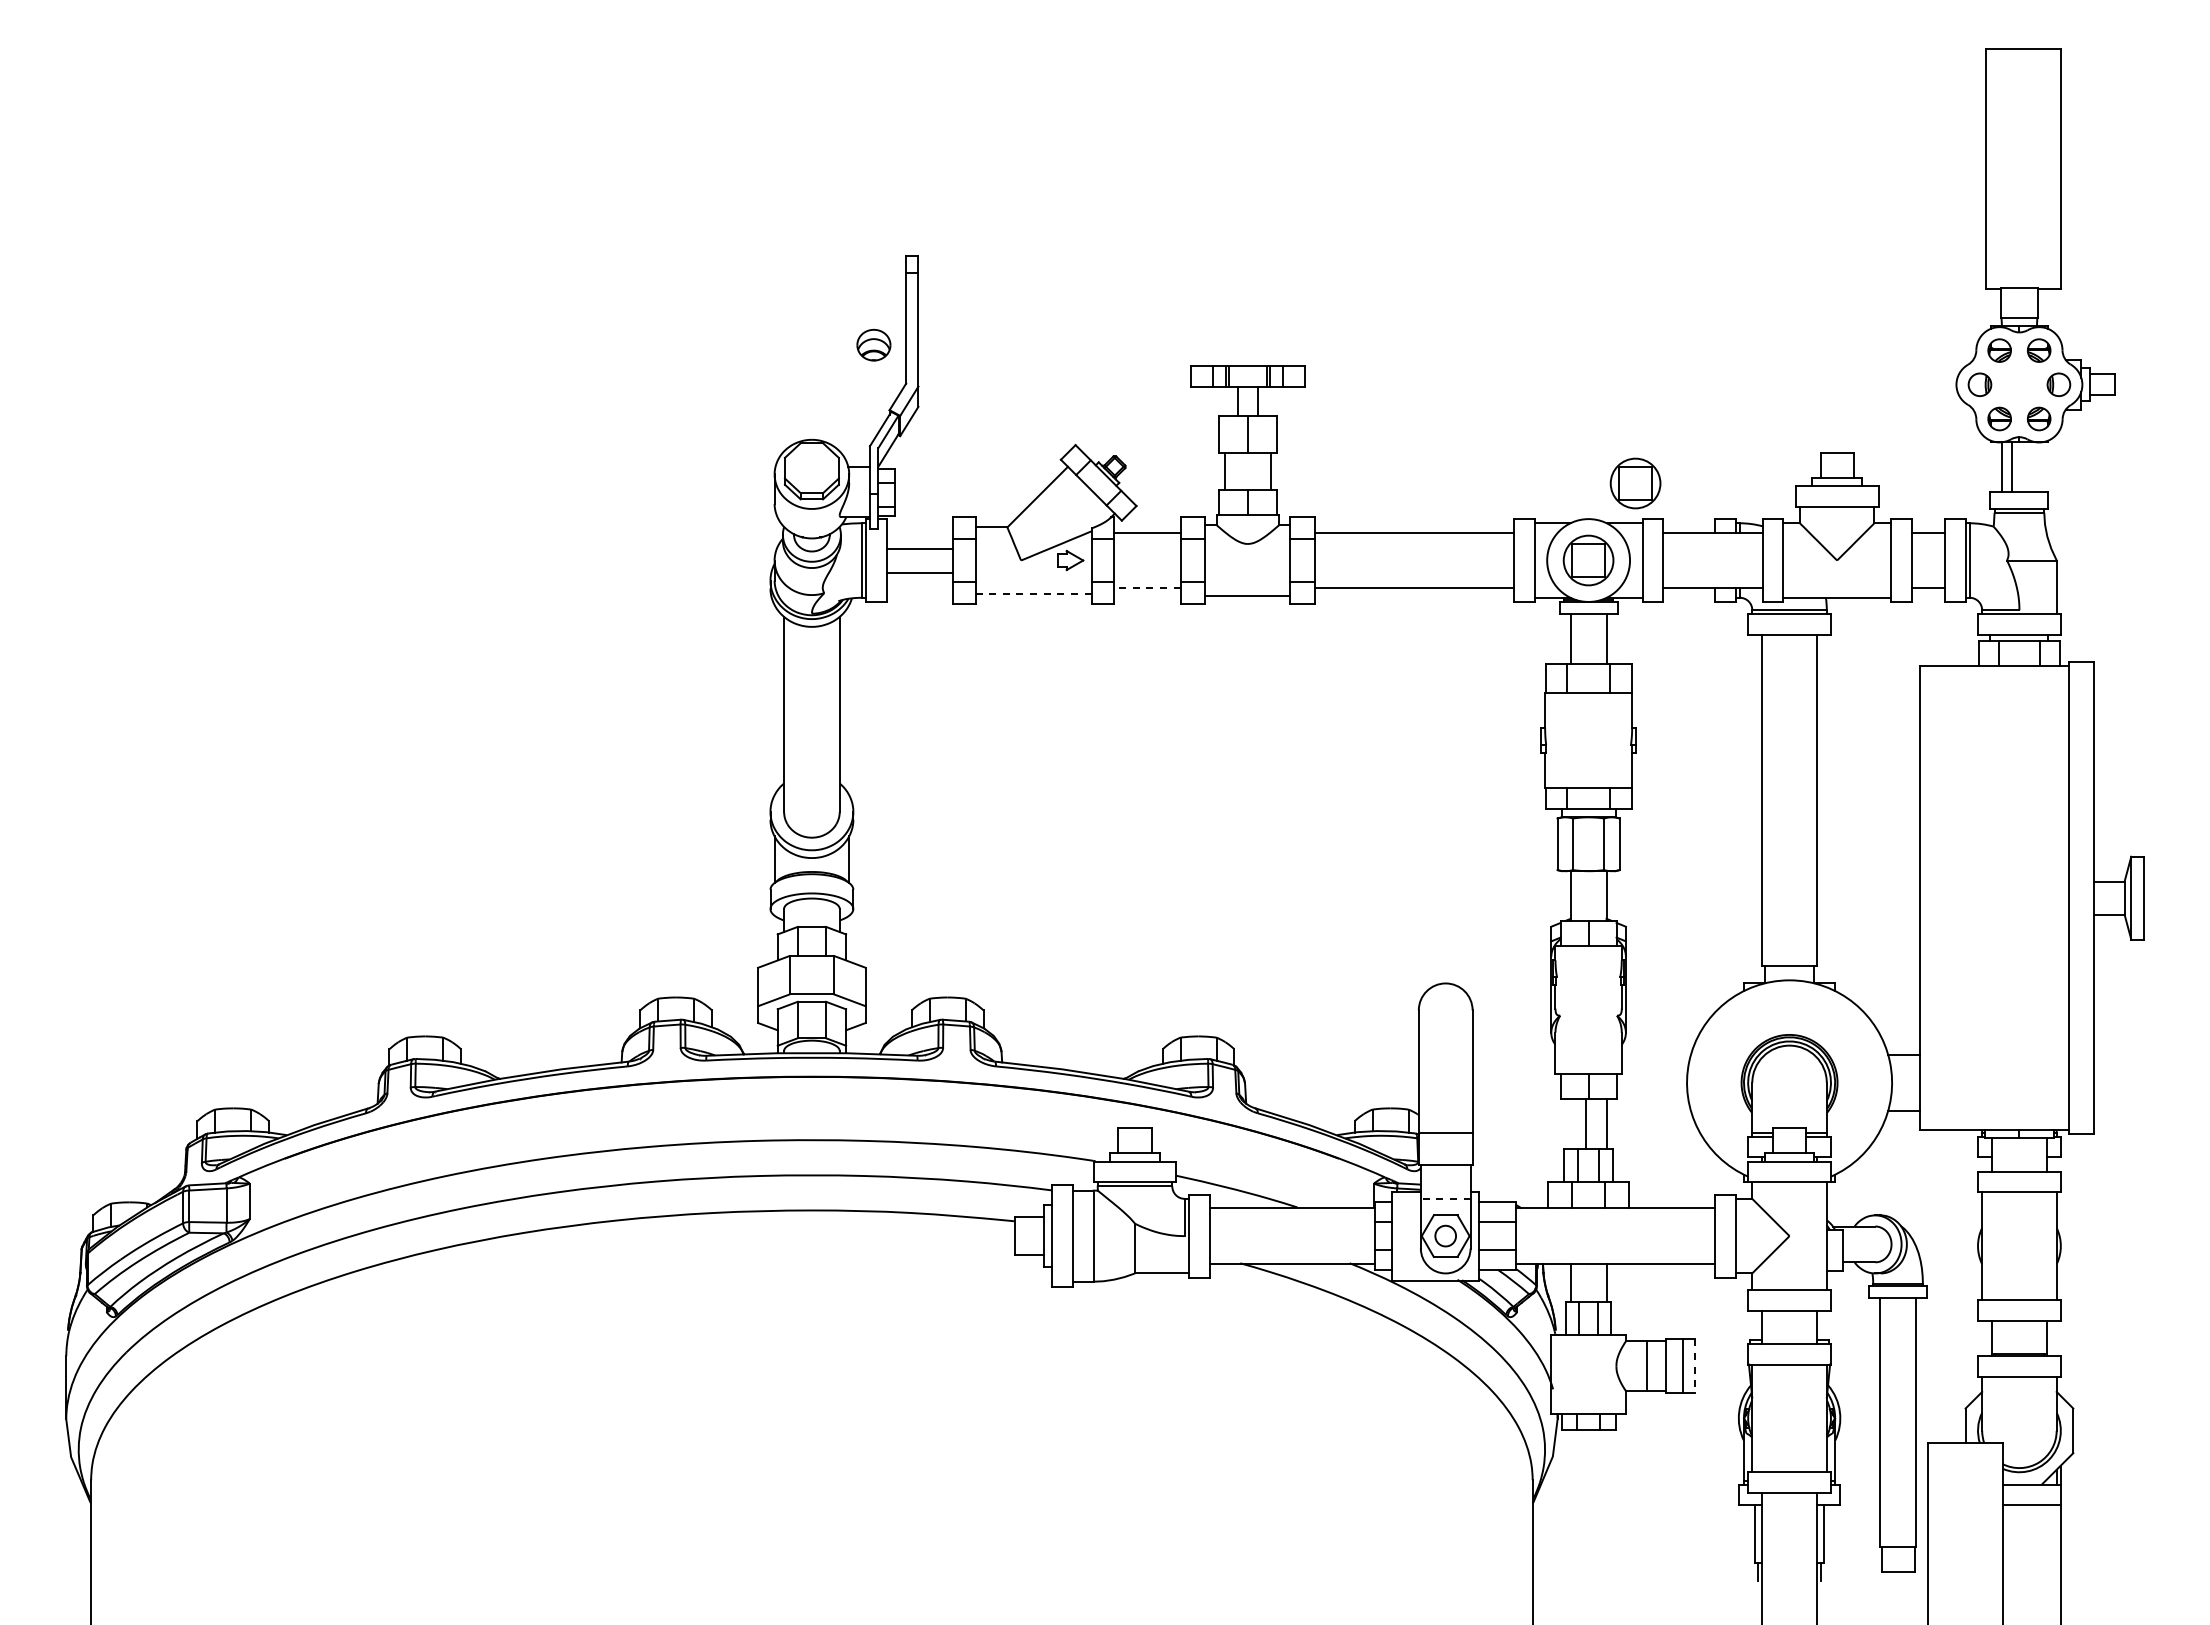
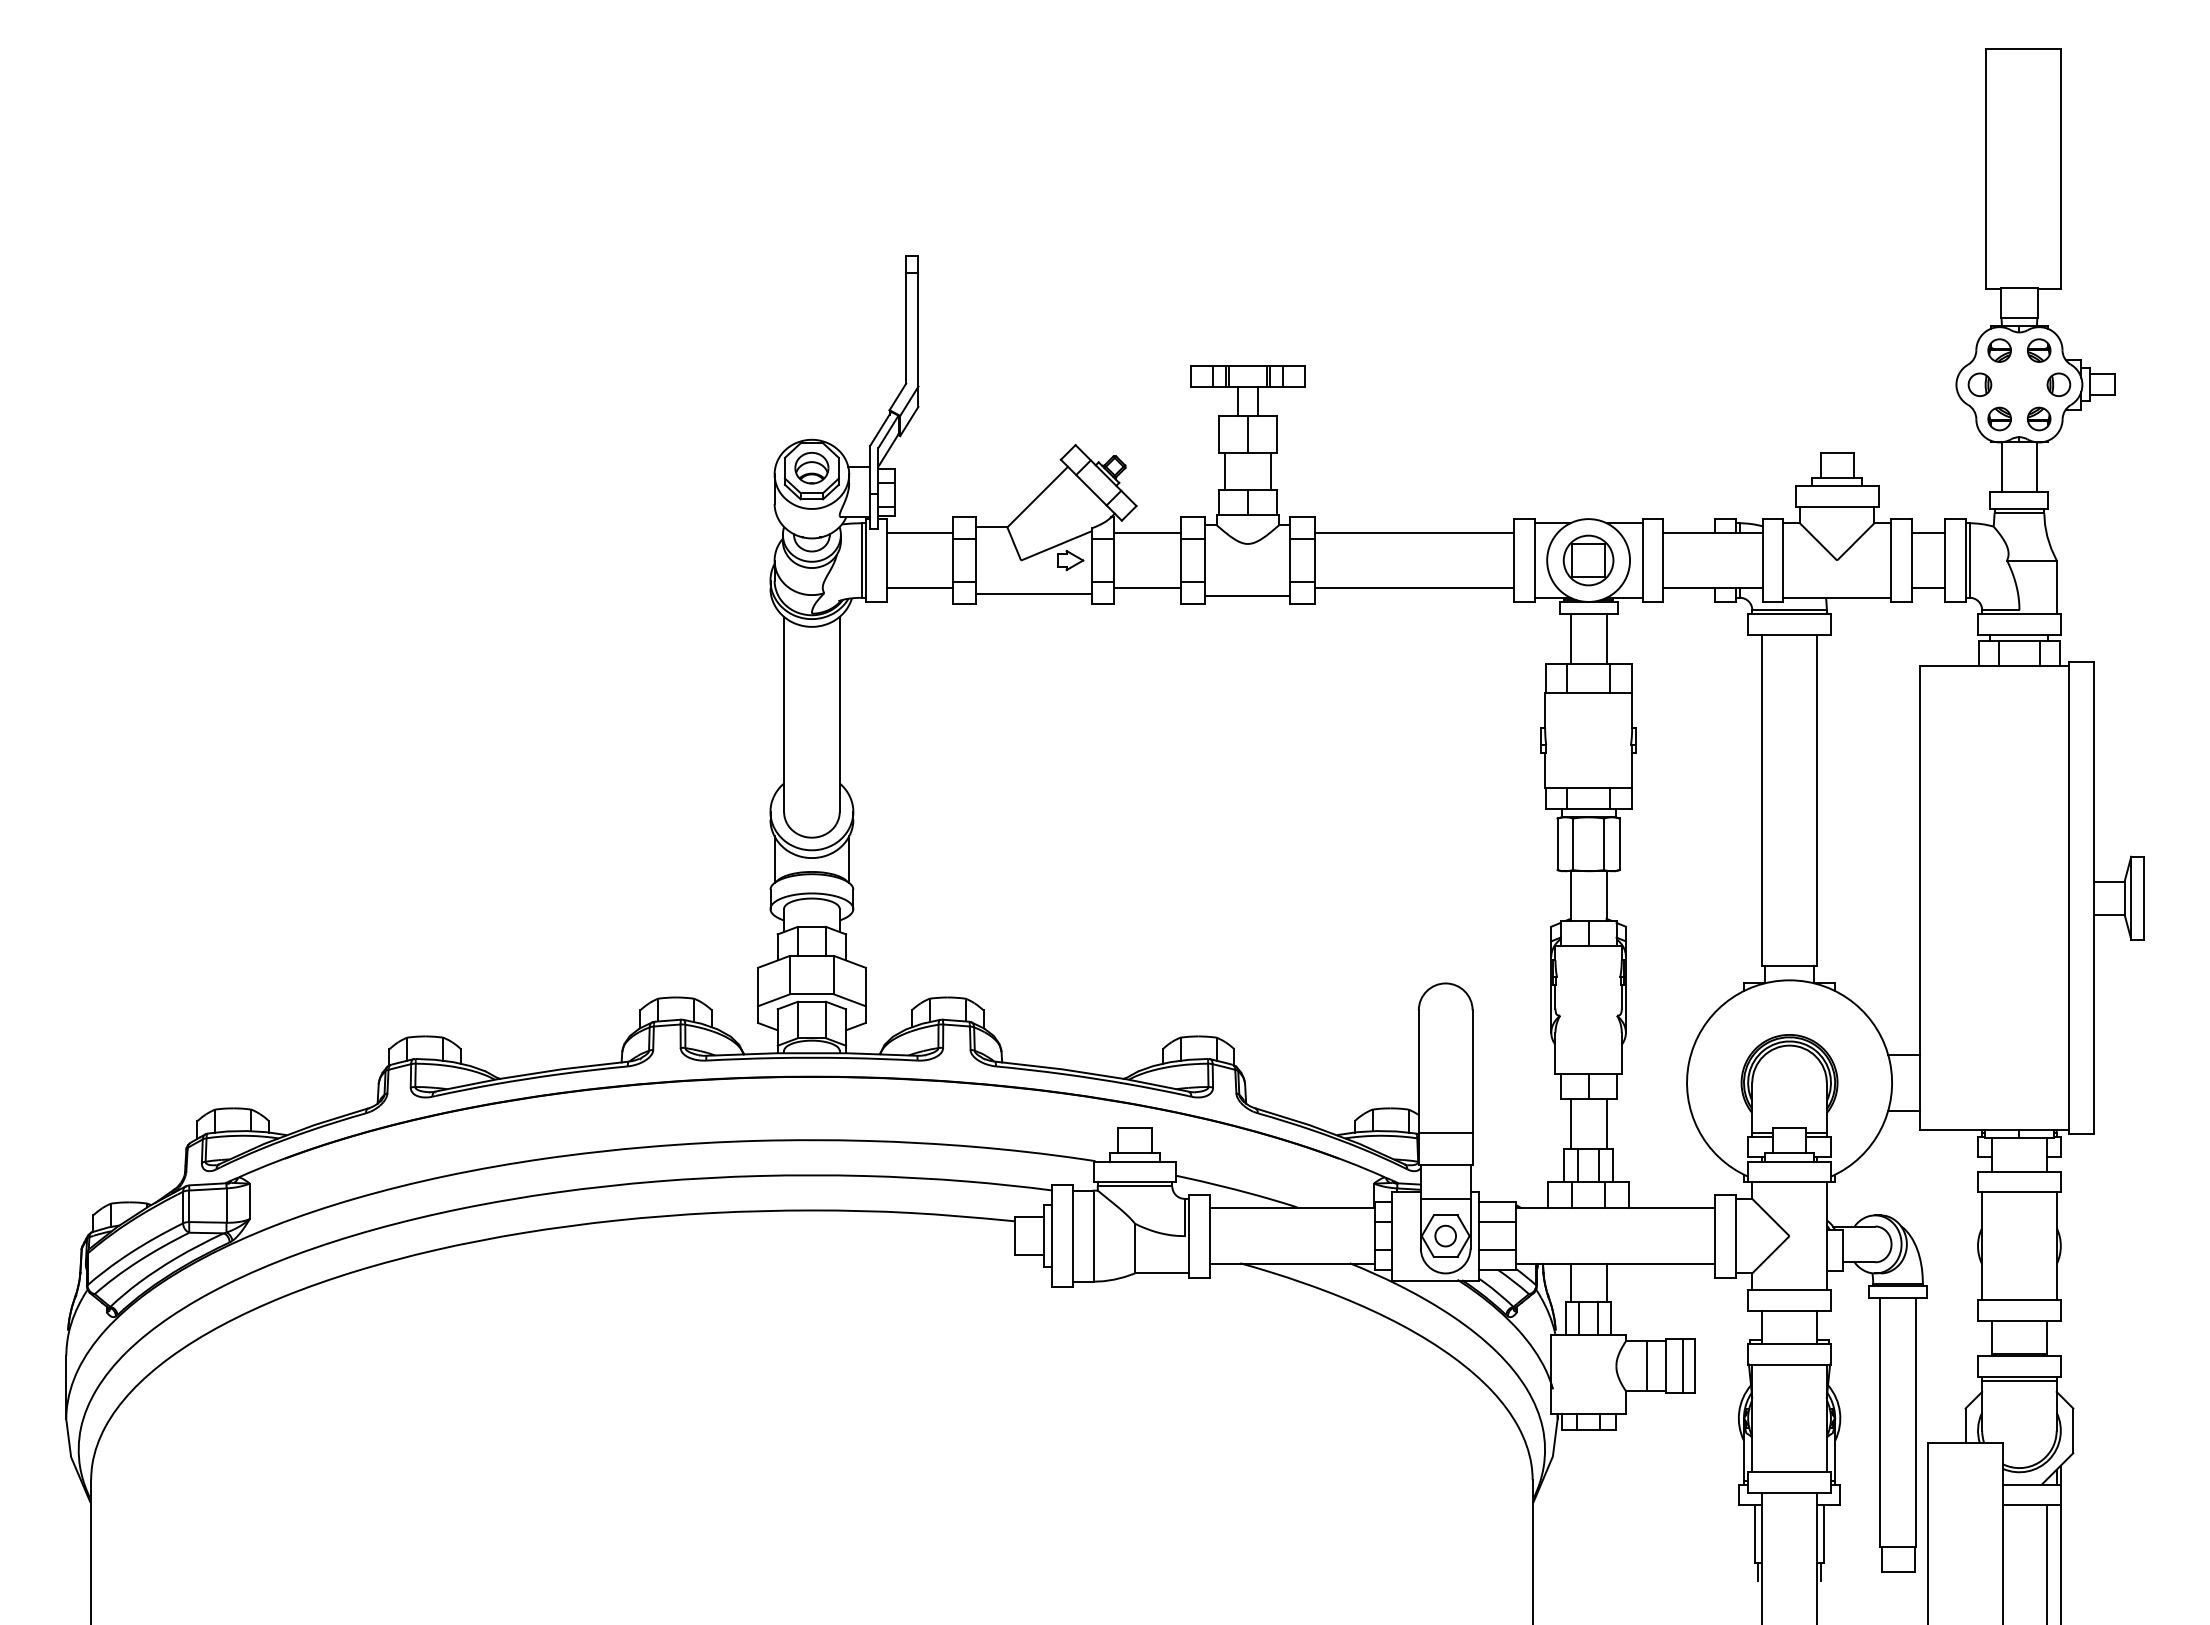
part at (873, 344) position: (873, 344) -> (811, 467)
line at (2012, 467) position: (2012, 467) -> (2037, 467)
part at (1635, 483): present -> none
line at (919, 548) position: (919, 548) -> (919, 532)
line at (919, 573) position: (919, 573) -> (919, 588)
line at (1146, 588): dashed -> solid
line at (1033, 593): dashed -> solid
line at (1585, 1123) position: (1585, 1123) -> (1570, 1123)
line at (1445, 1198): dashed -> solid
line at (1695, 1366): dashed -> solid
line at (2019, 1381): none -> present
line at (2047, 1563): none -> present
